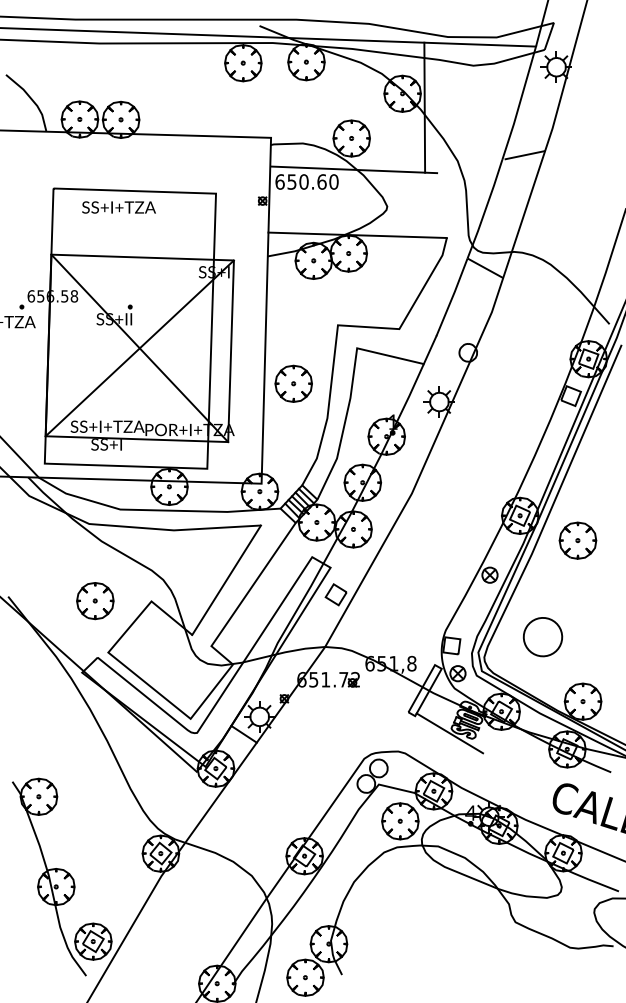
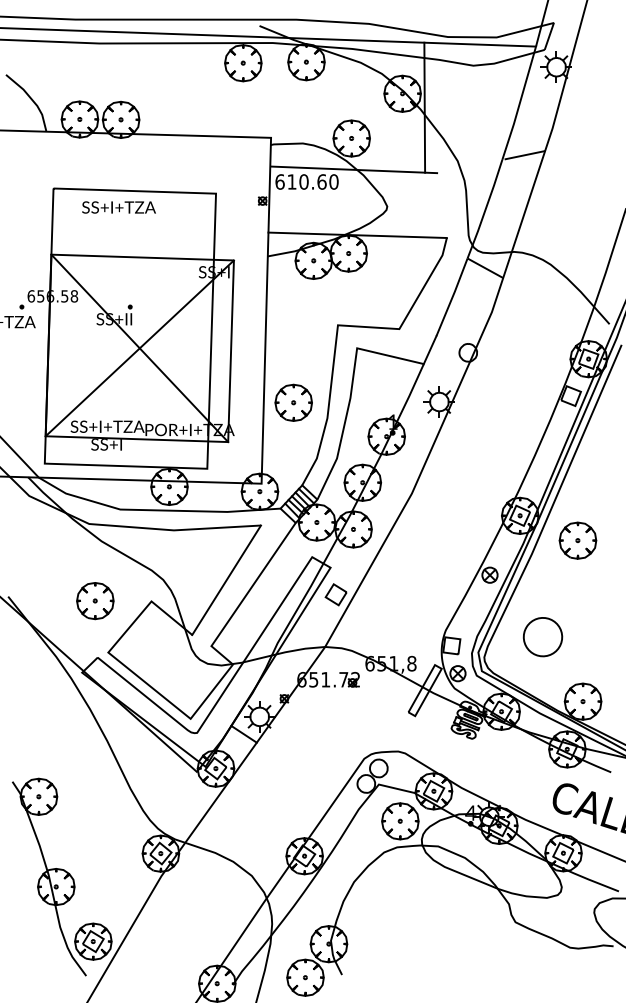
text at (291, 181): 650.60 -> 610.60
part at (293, 383) position: (293, 383) -> (293, 402)
line at (449, 733): present -> none
